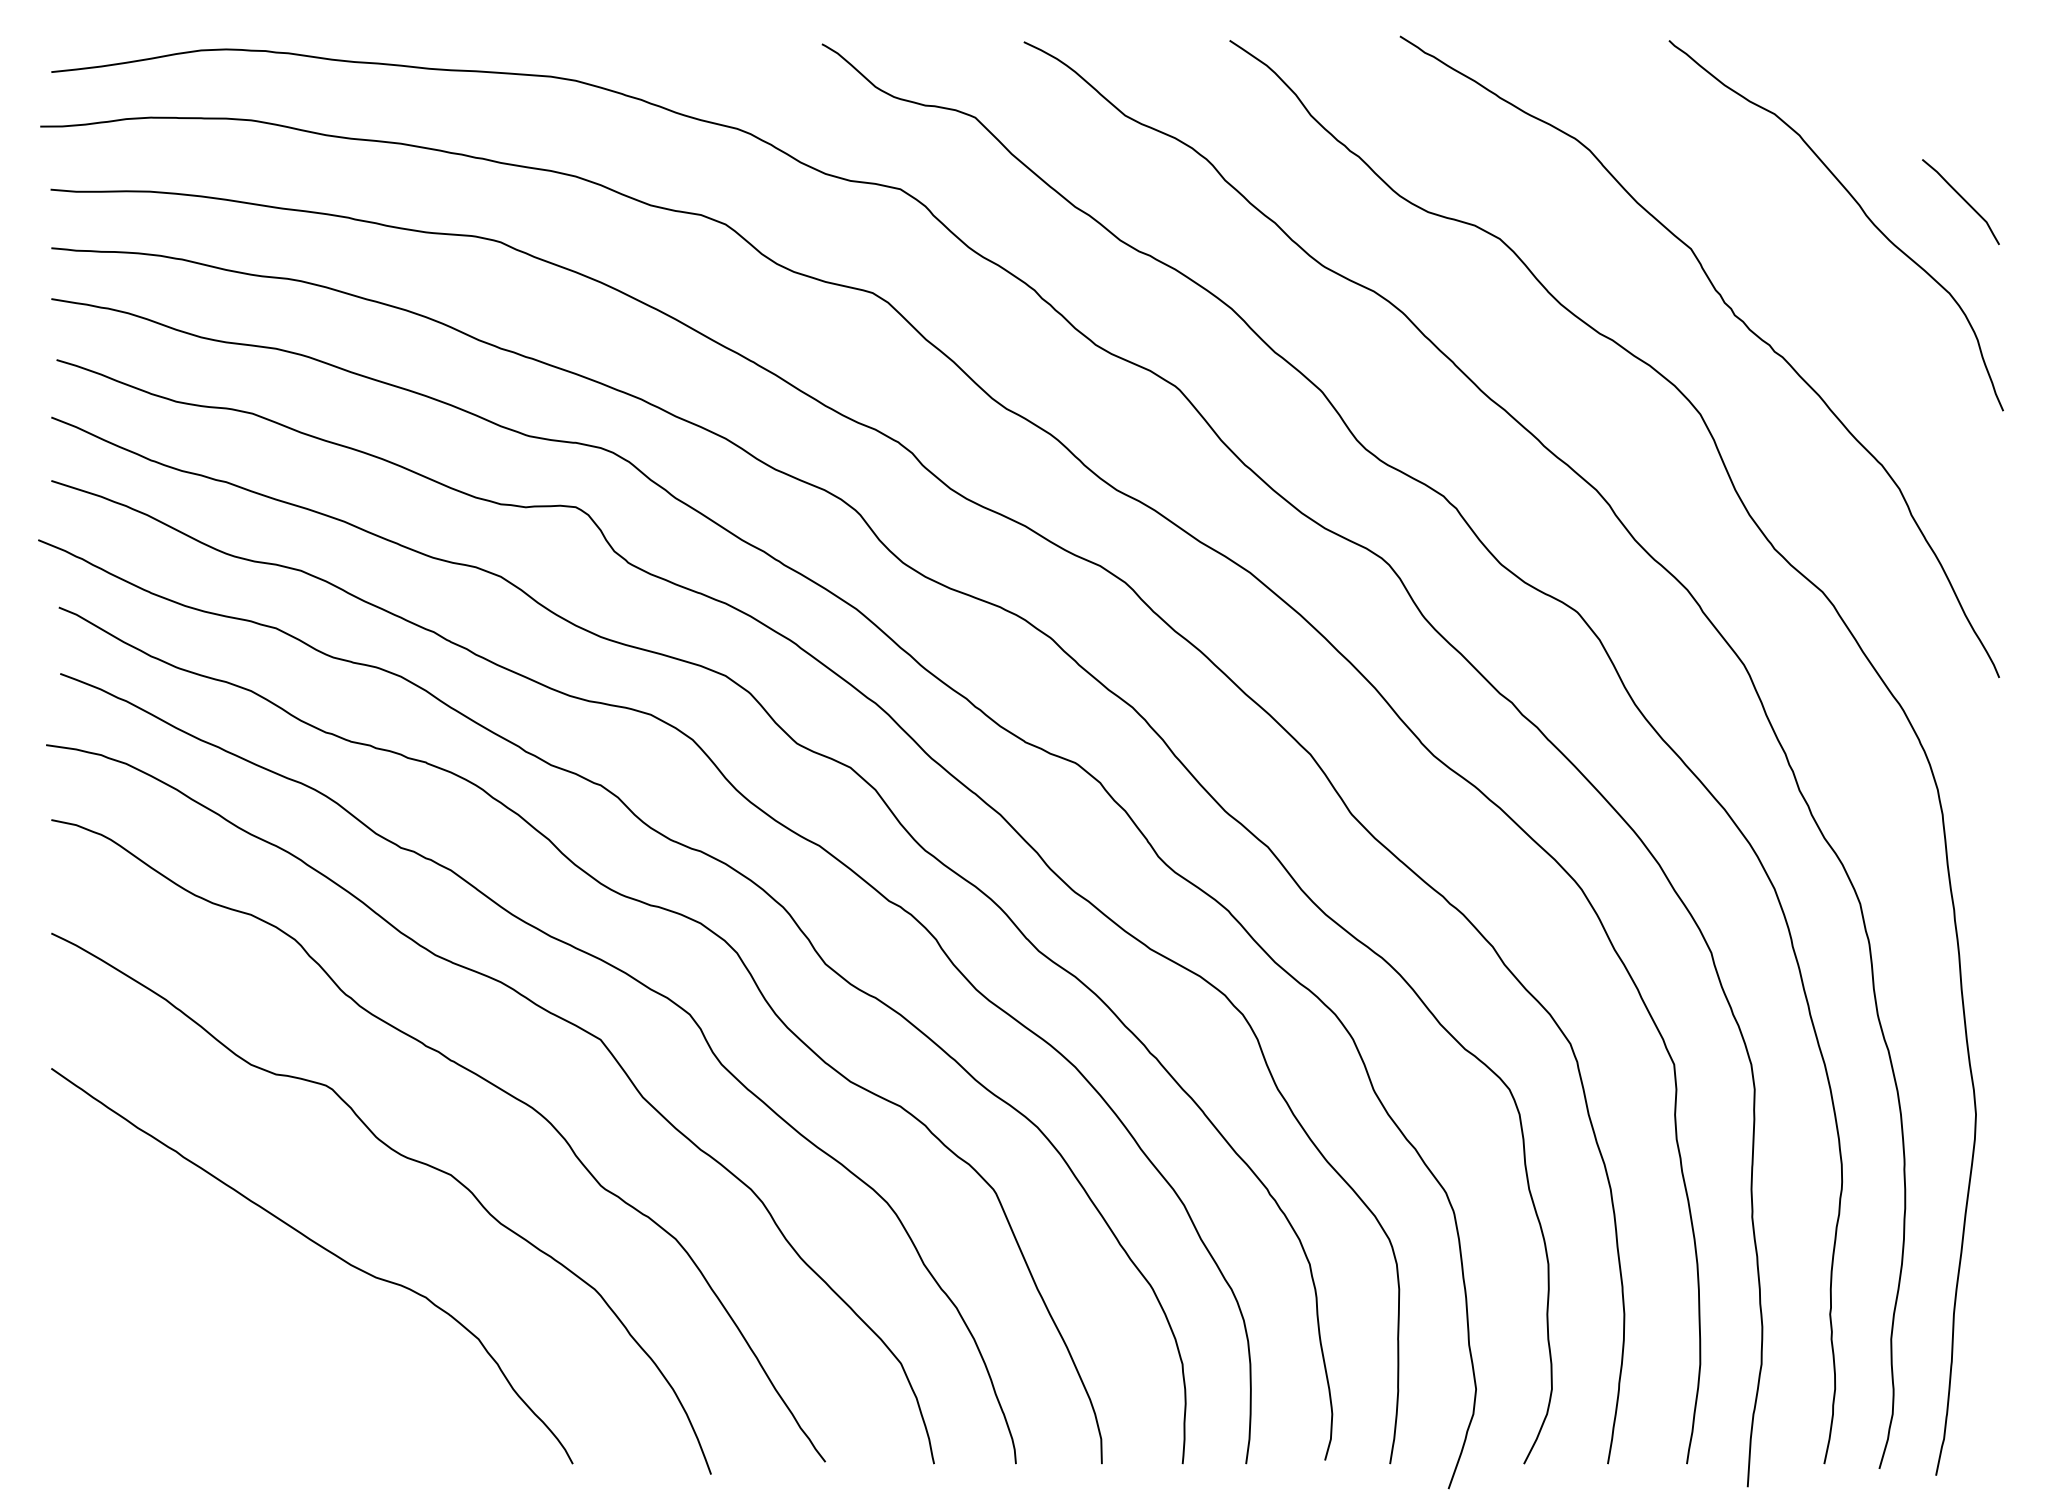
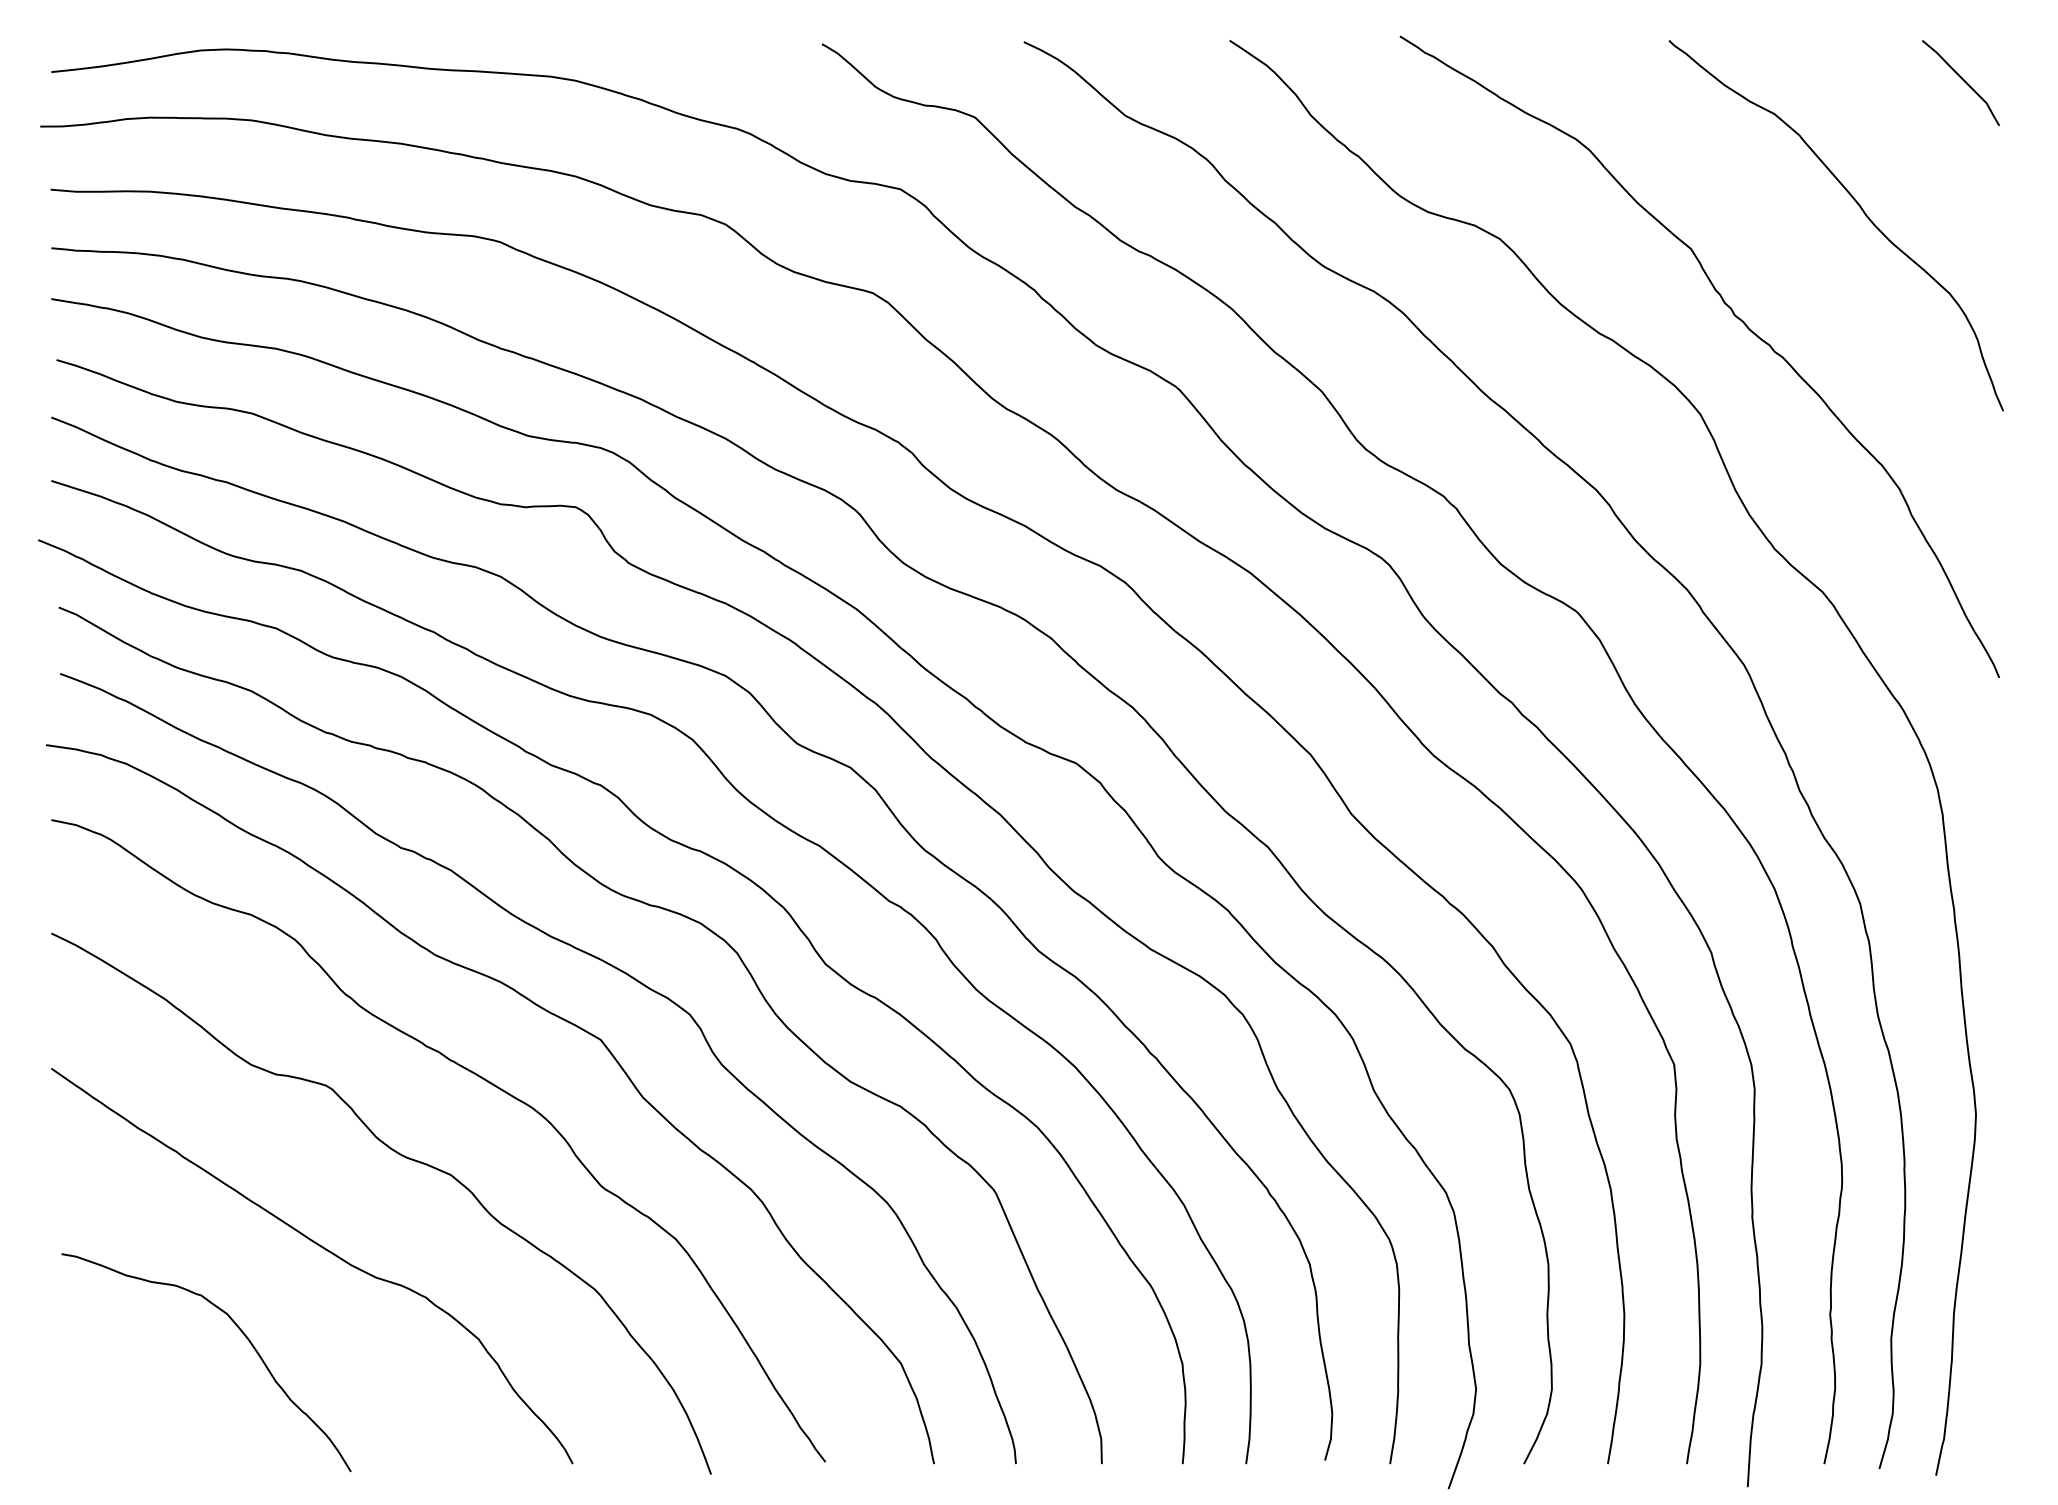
curve at (1962, 199) position: (1962, 199) -> (1962, 80)
curve at (240, 1331): none -> present
